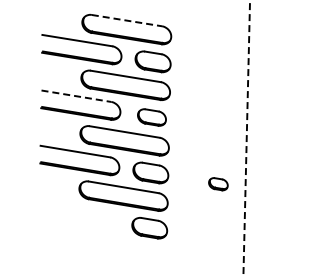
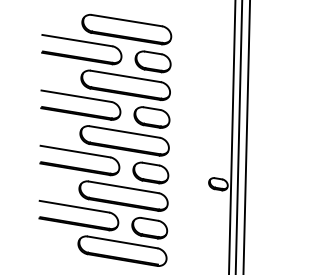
line at (126, 20): dashed -> solid
line at (76, 96): dashed -> solid
part at (151, 117) size: 30x19 px -> 38x23 px
line at (232, 136): none -> present
line at (238, 136): none -> present
line at (246, 137): dashed -> solid
part at (102, 232): none -> present
